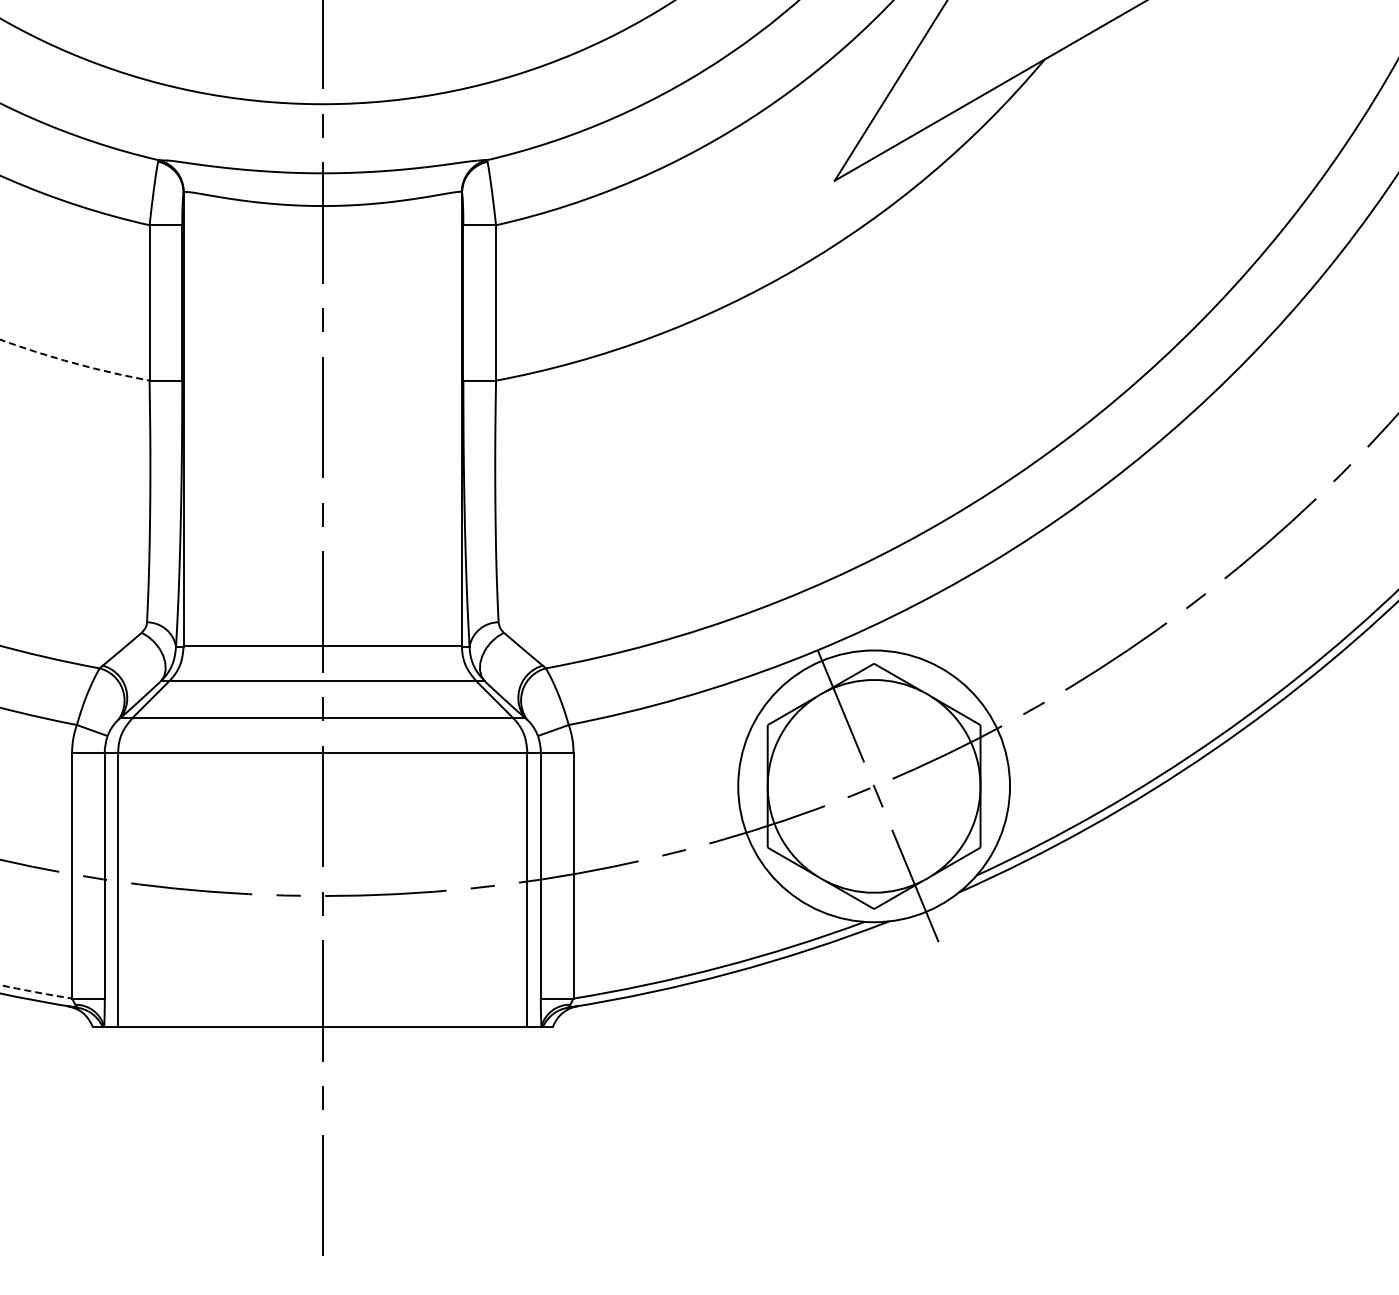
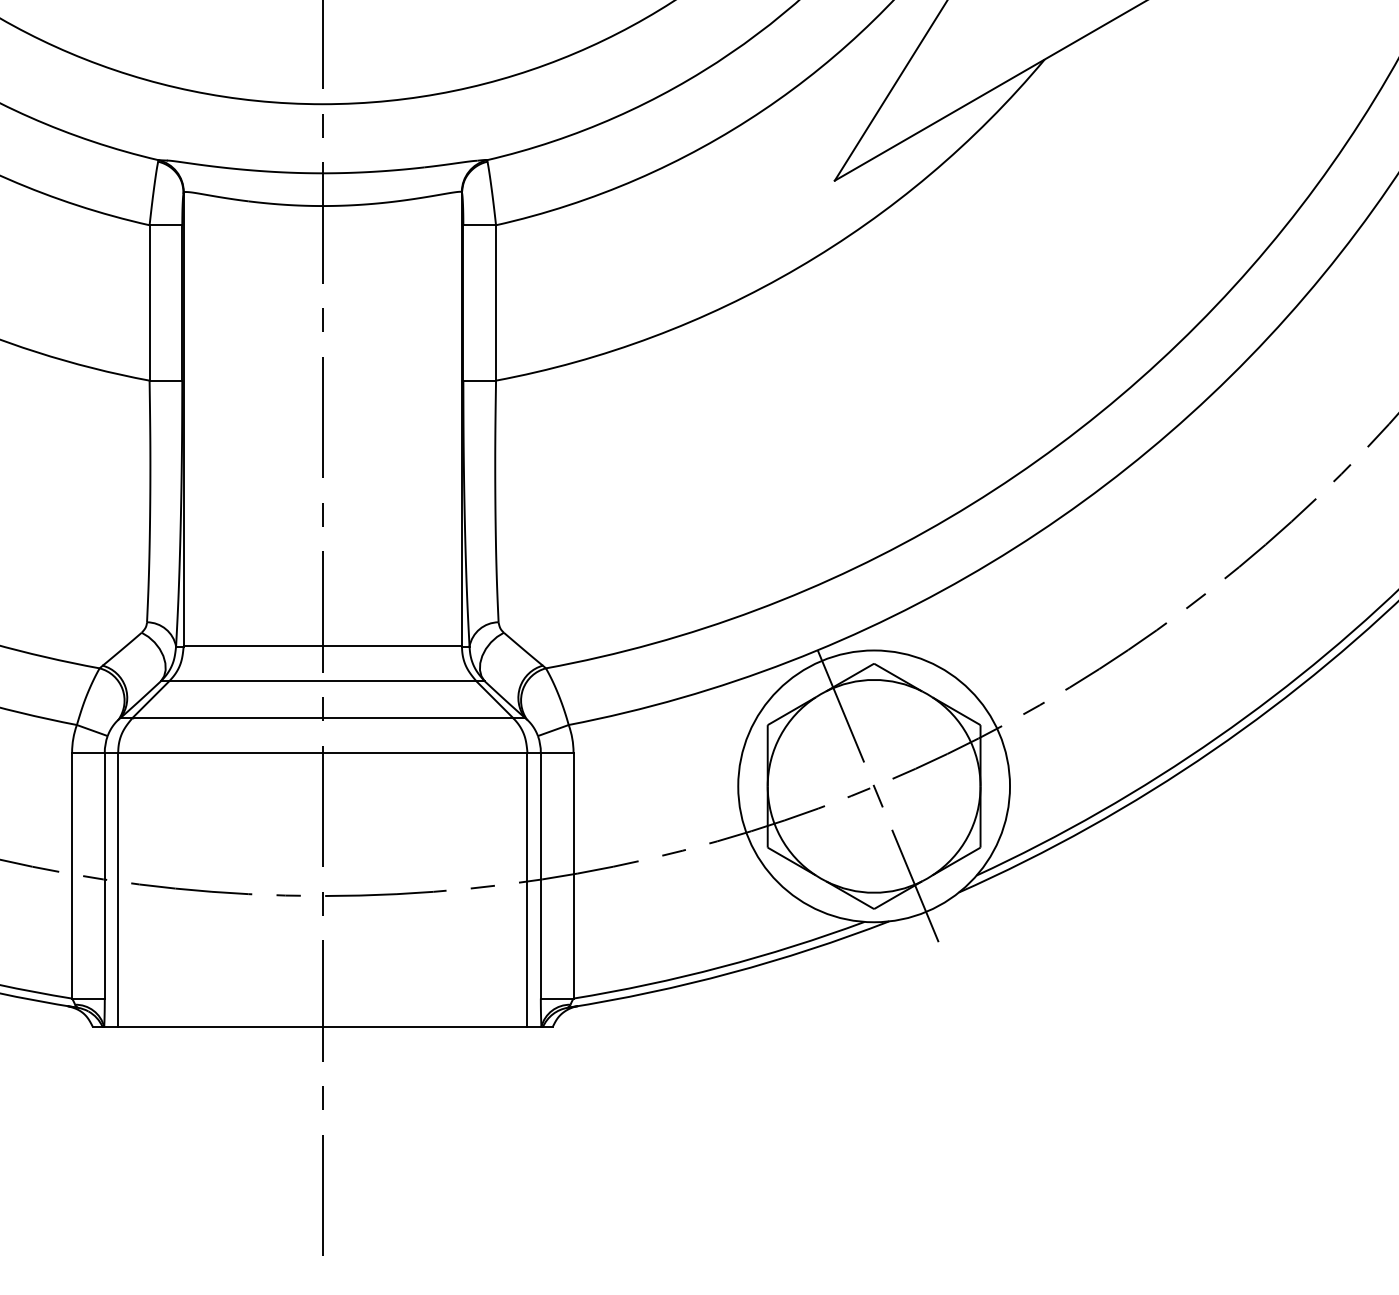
arc at (73, 363): dashed -> solid
arc at (35, 992): dashed -> solid
